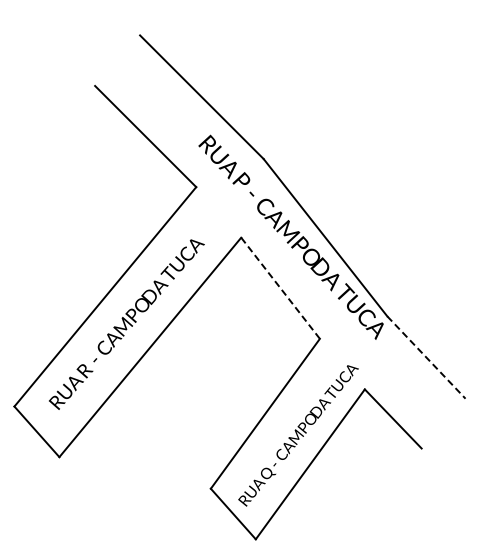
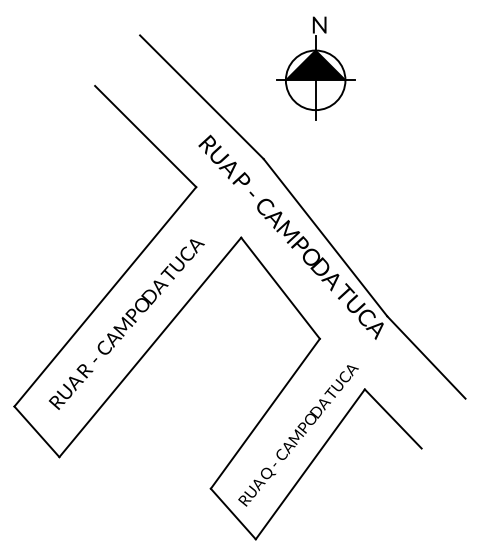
part at (315, 68): none -> present
line at (280, 287): dashed -> solid
line at (426, 357): dashed -> solid
